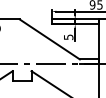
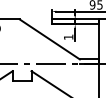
text at (68, 36): 5 -> 1
